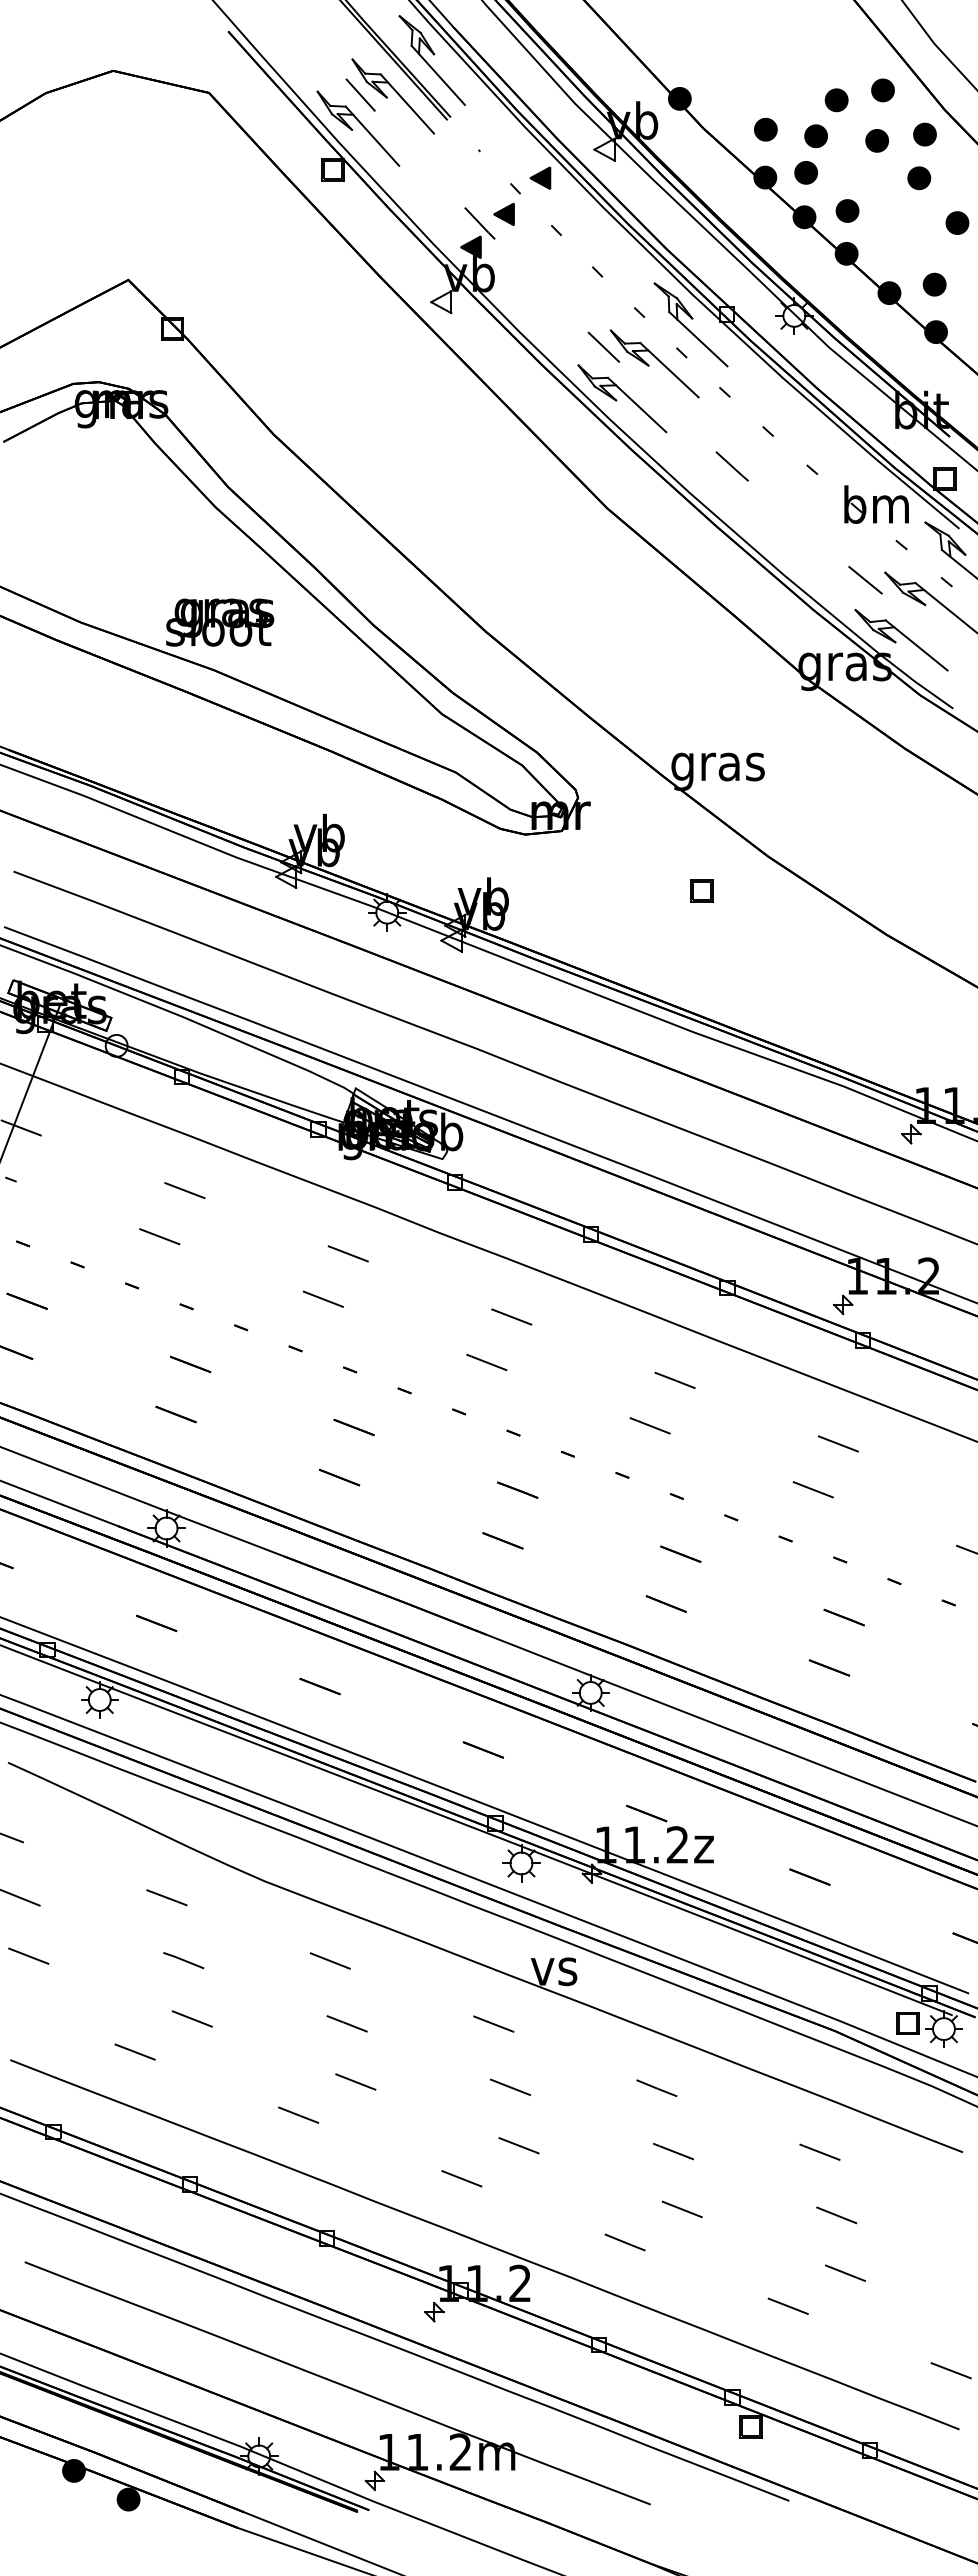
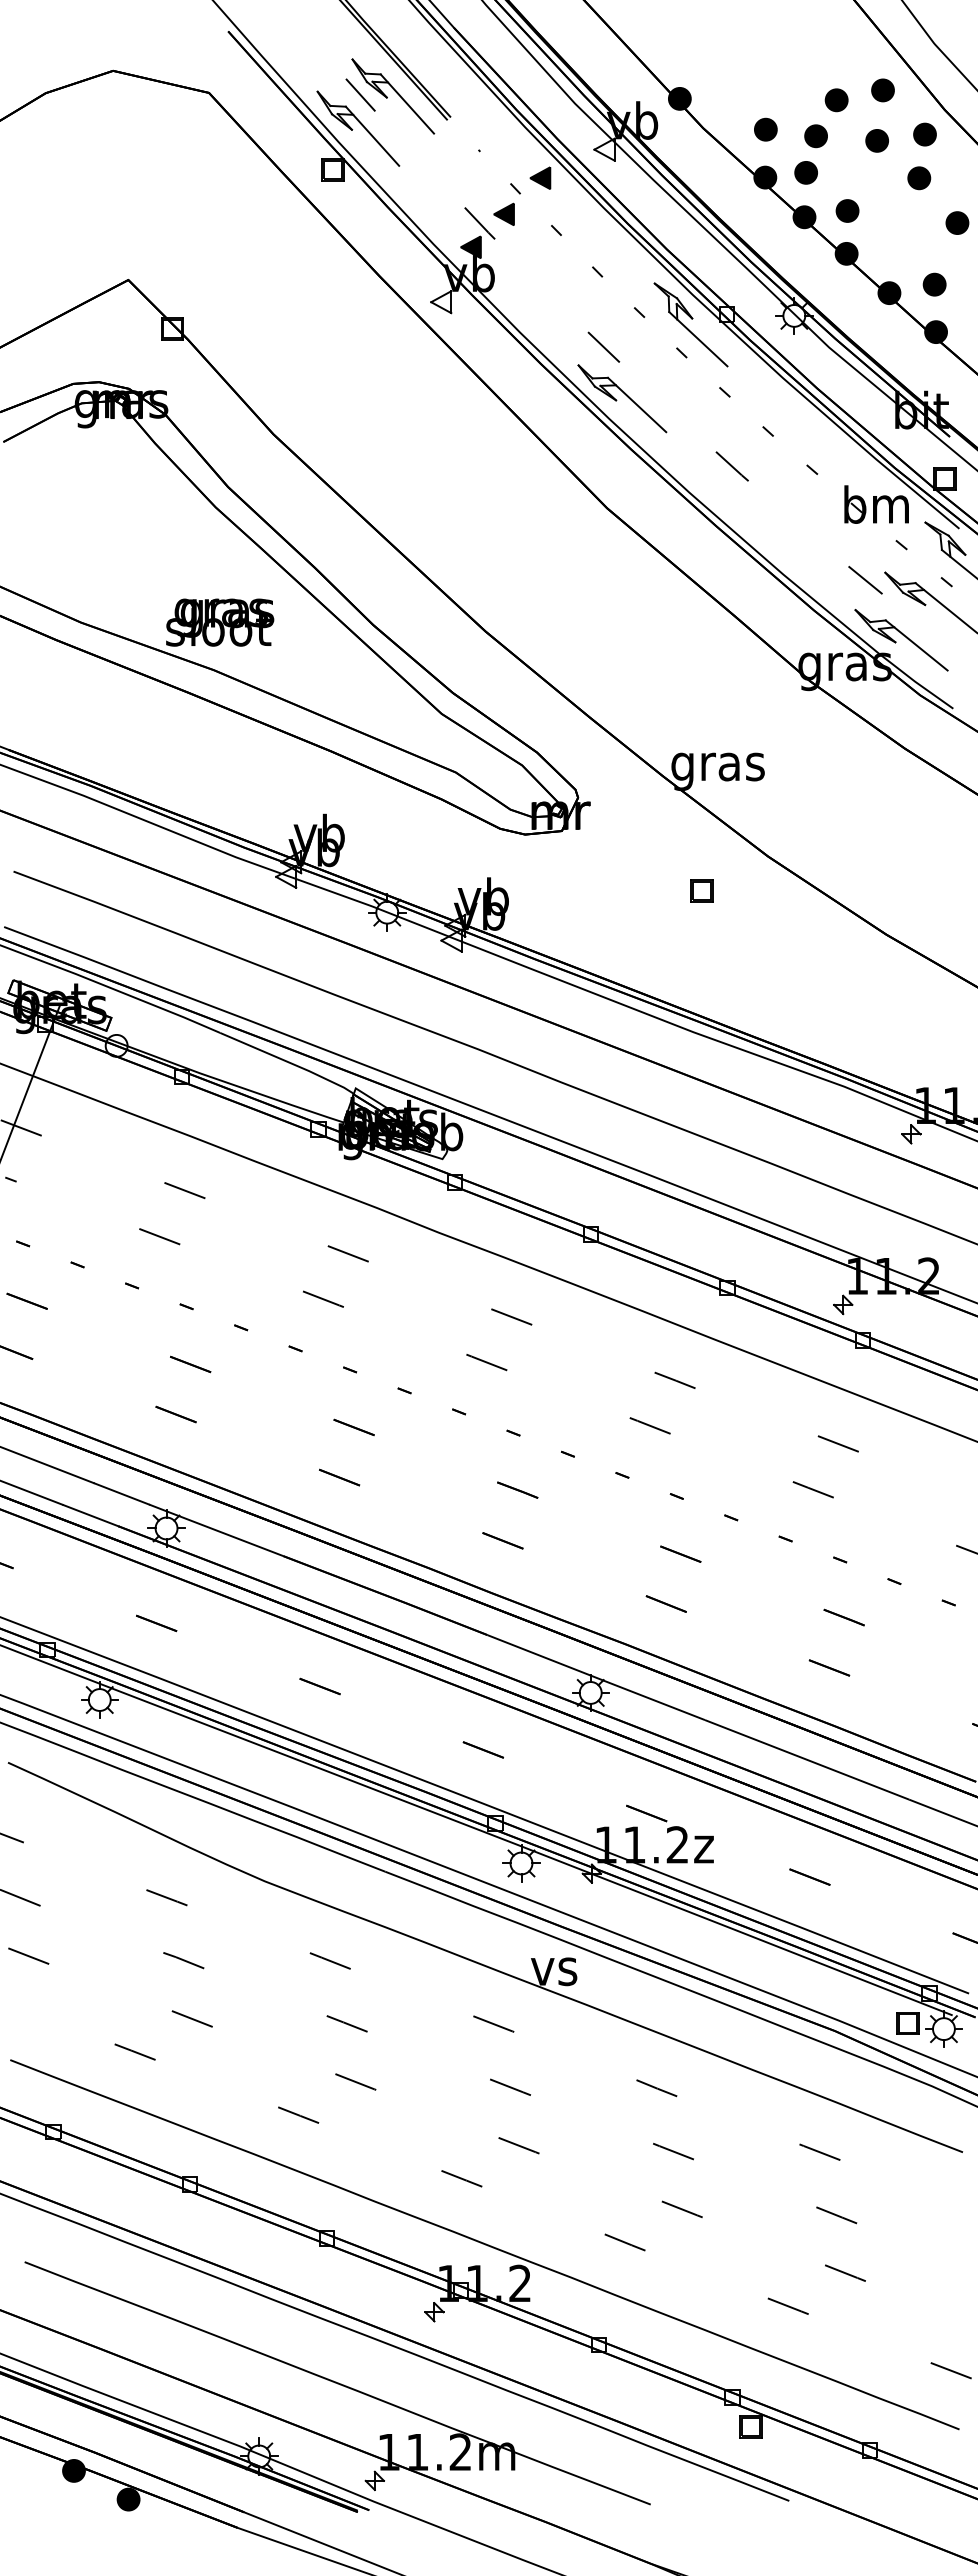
part at (431, 60): present -> none
part at (654, 363): present -> none
